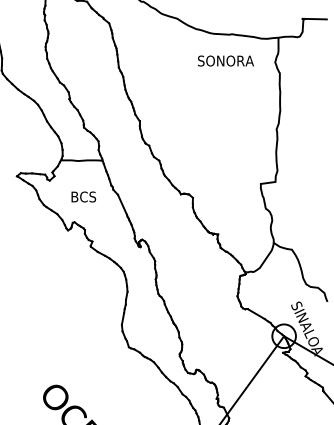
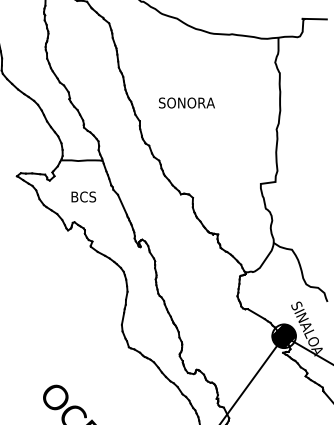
text at (225, 60) position: (225, 60) -> (186, 102)
hatch at (283, 336): none -> present
